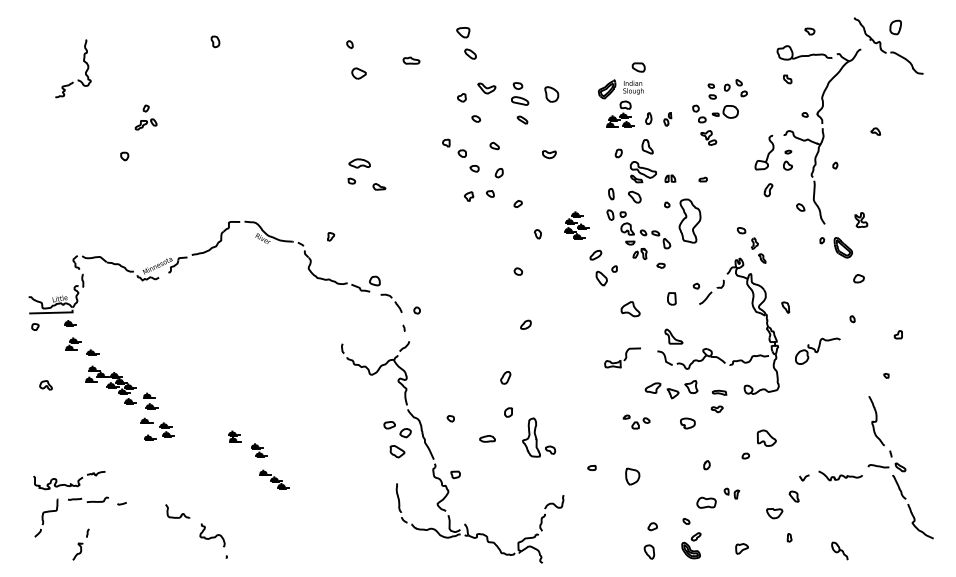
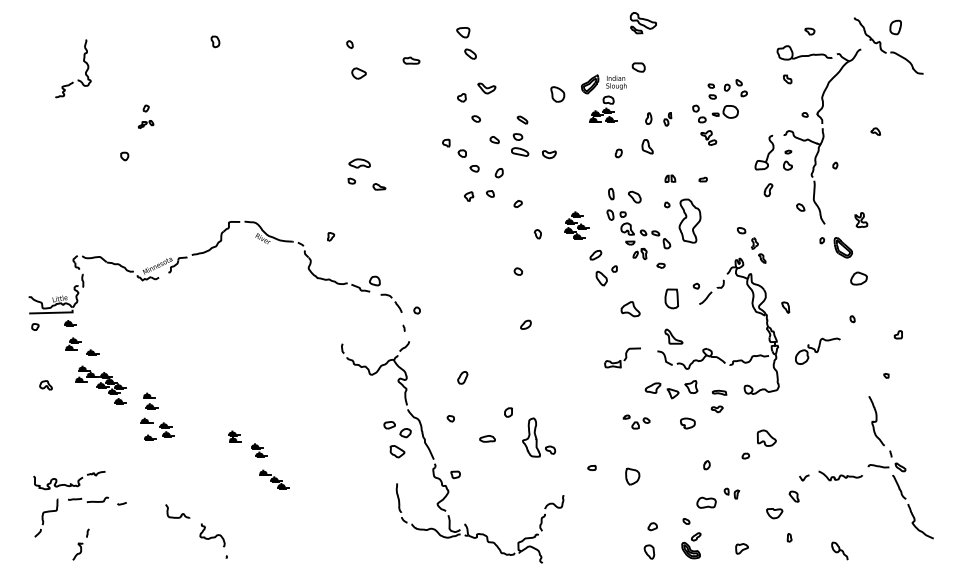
part at (520, 93) position: (520, 93) -> (520, 144)
part at (551, 94) position: (551, 94) -> (557, 94)
part at (620, 103) position: (620, 103) -> (603, 98)
part at (145, 124) size: 24x13 px -> 17x9 px
part at (494, 146) position: (494, 146) -> (494, 140)
part at (642, 172) position: (642, 172) -> (642, 23)
part at (858, 278) size: 12x10 px -> 18x15 px
part at (671, 298) size: 10x14 px -> 15x22 px
part at (505, 377) position: (505, 377) -> (462, 377)
part at (110, 384) position: (110, 384) -> (100, 384)
